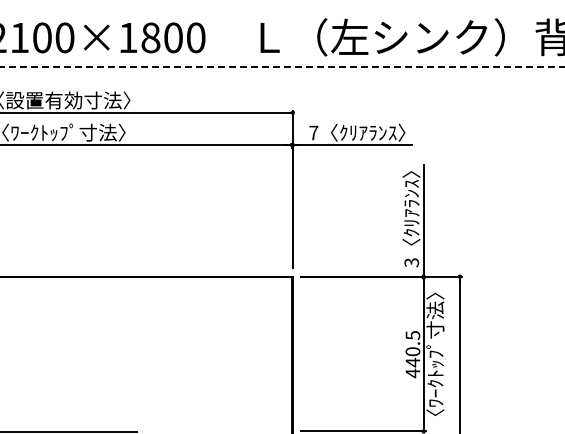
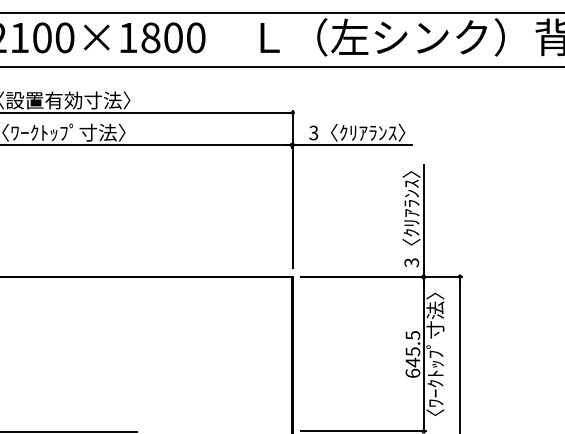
line at (281, 13): none -> present
line at (282, 67): dashed -> solid
text at (313, 132): 7 -> 3
text at (412, 362): 440.5 -> 645.5
